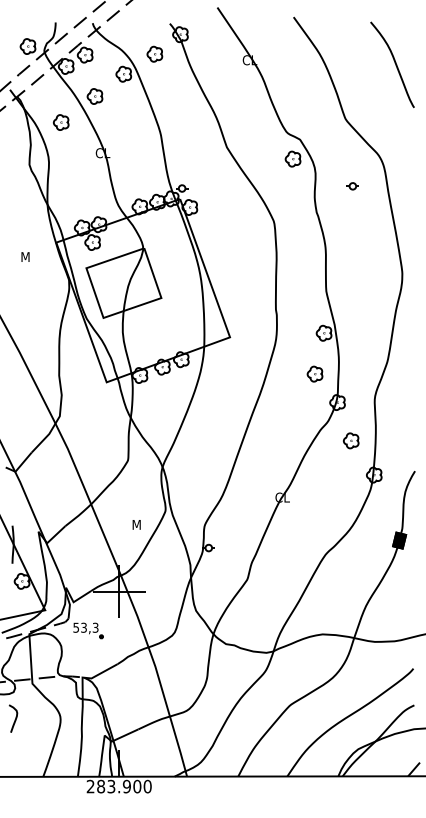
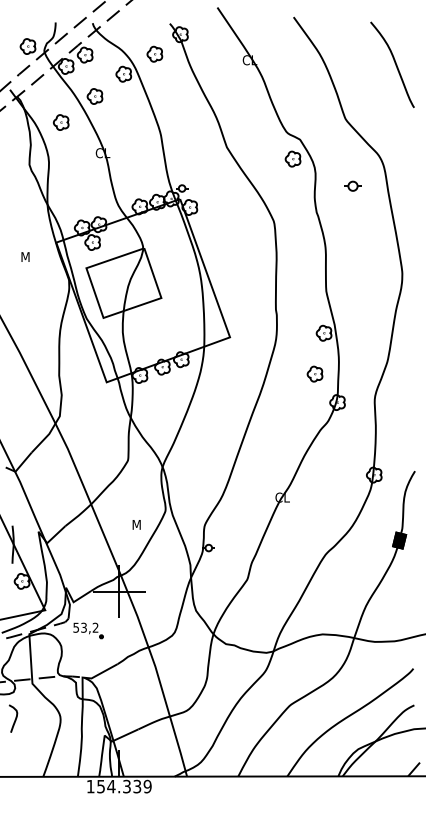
part at (352, 186) size: 13x9 px -> 18x12 px
part at (351, 440): present -> none
text at (95, 627): 53,3 -> 53,2
text at (118, 786): 283.900 -> 154.339
